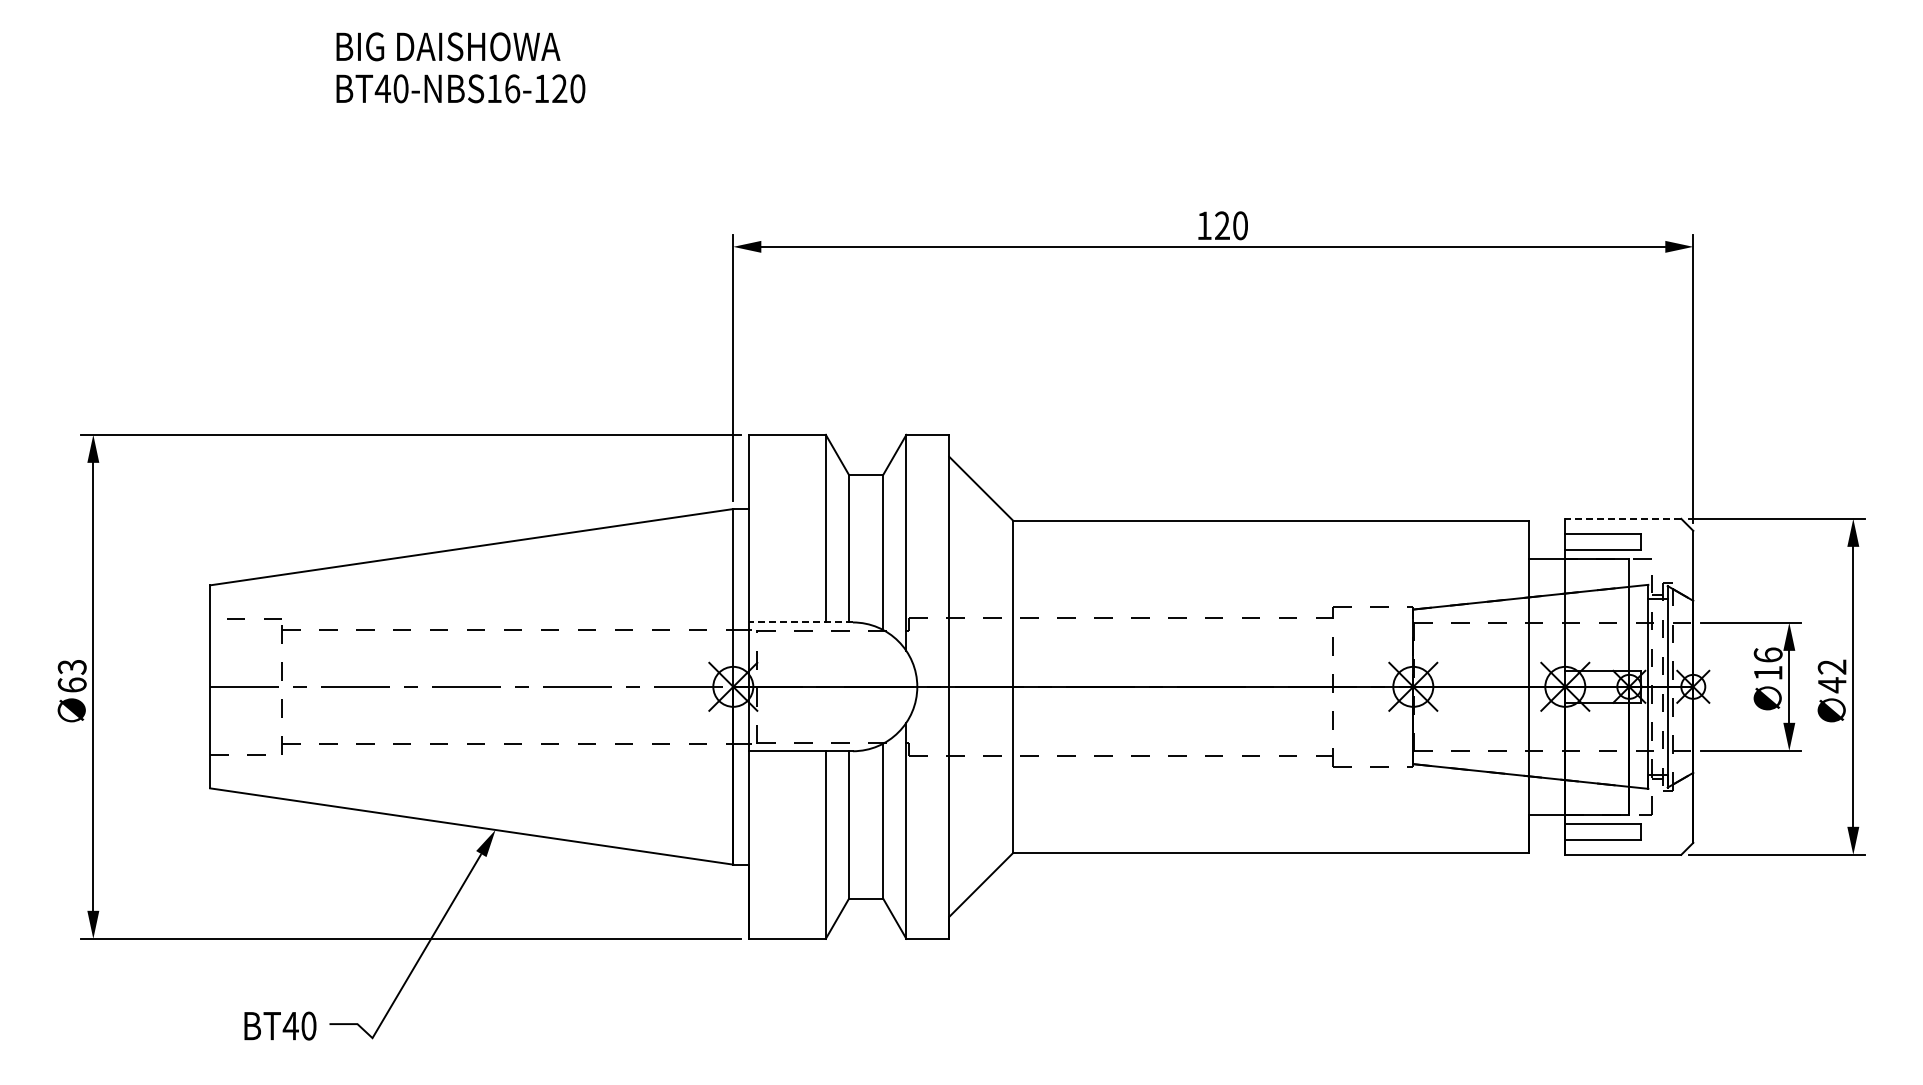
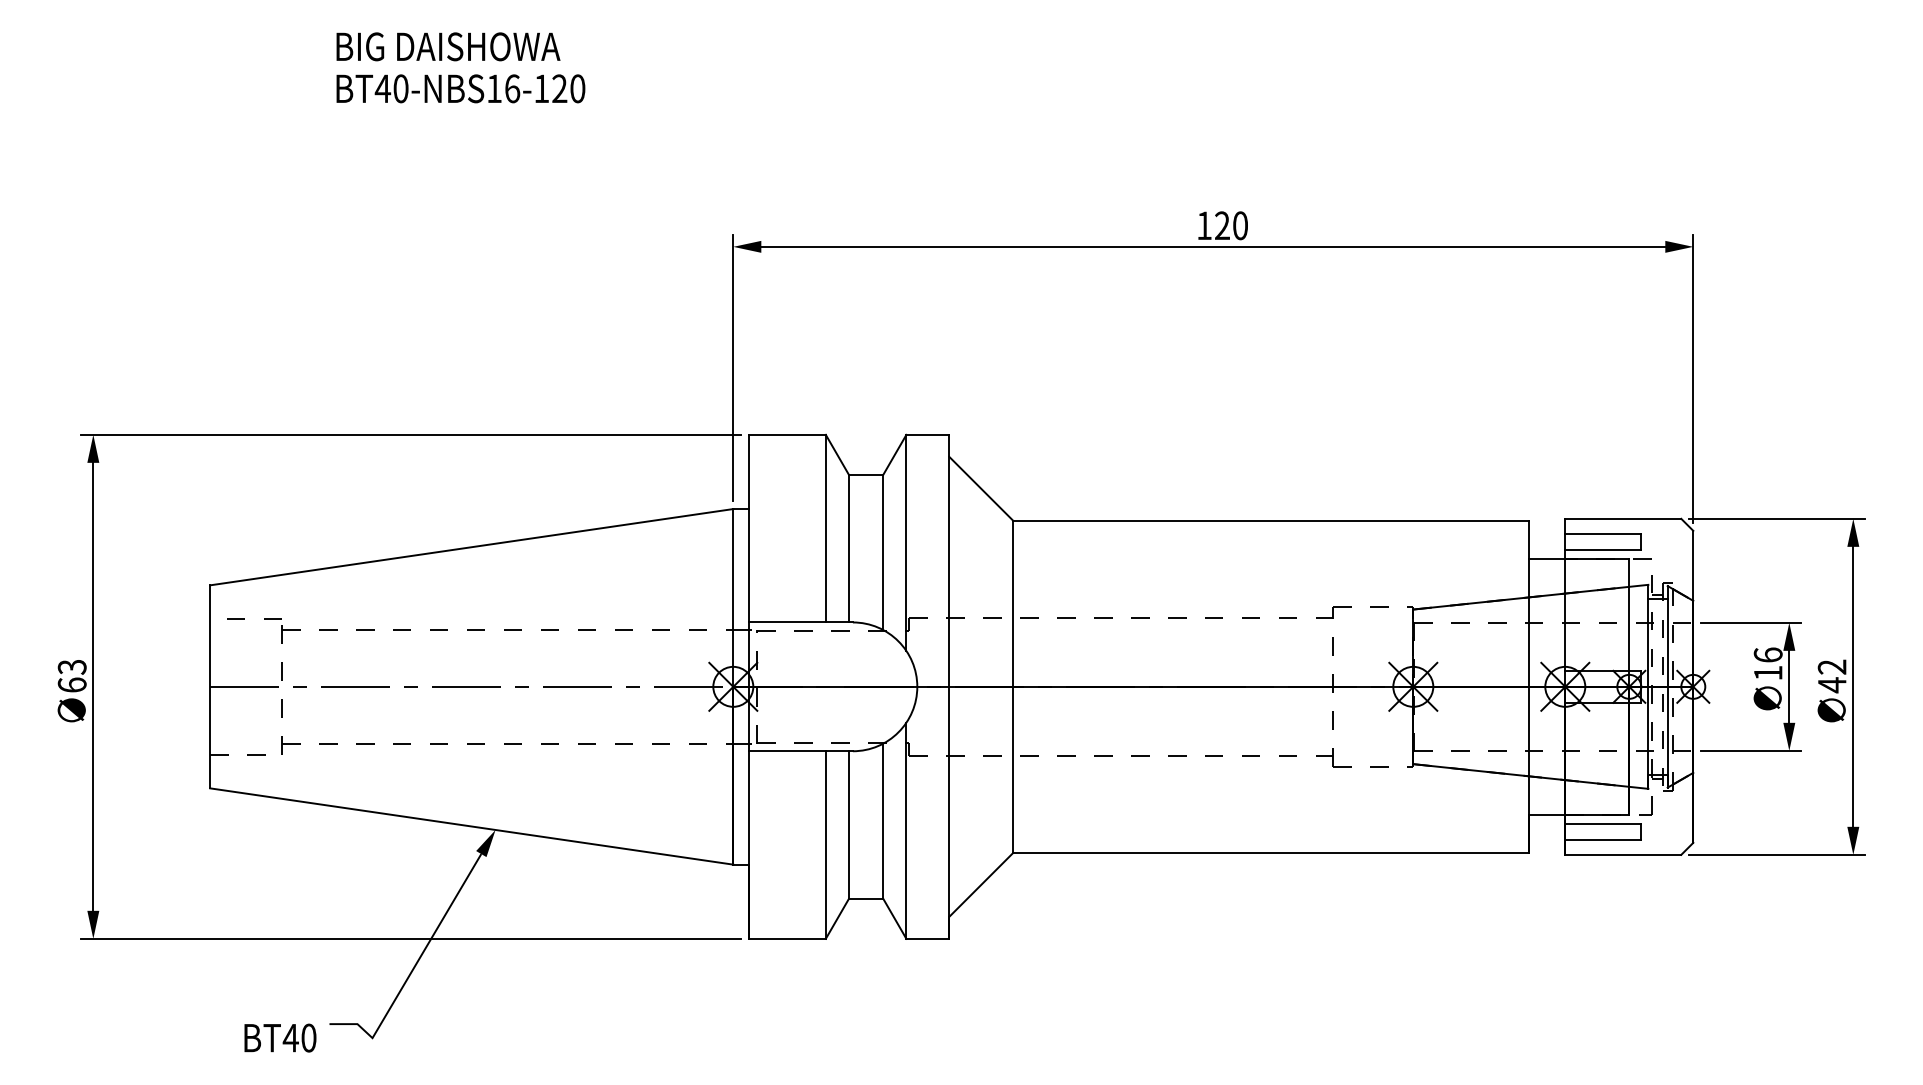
line at (1623, 518): dashed -> solid
line at (801, 622): dashed -> solid
text at (280, 1025) position: (280, 1025) -> (280, 1037)
